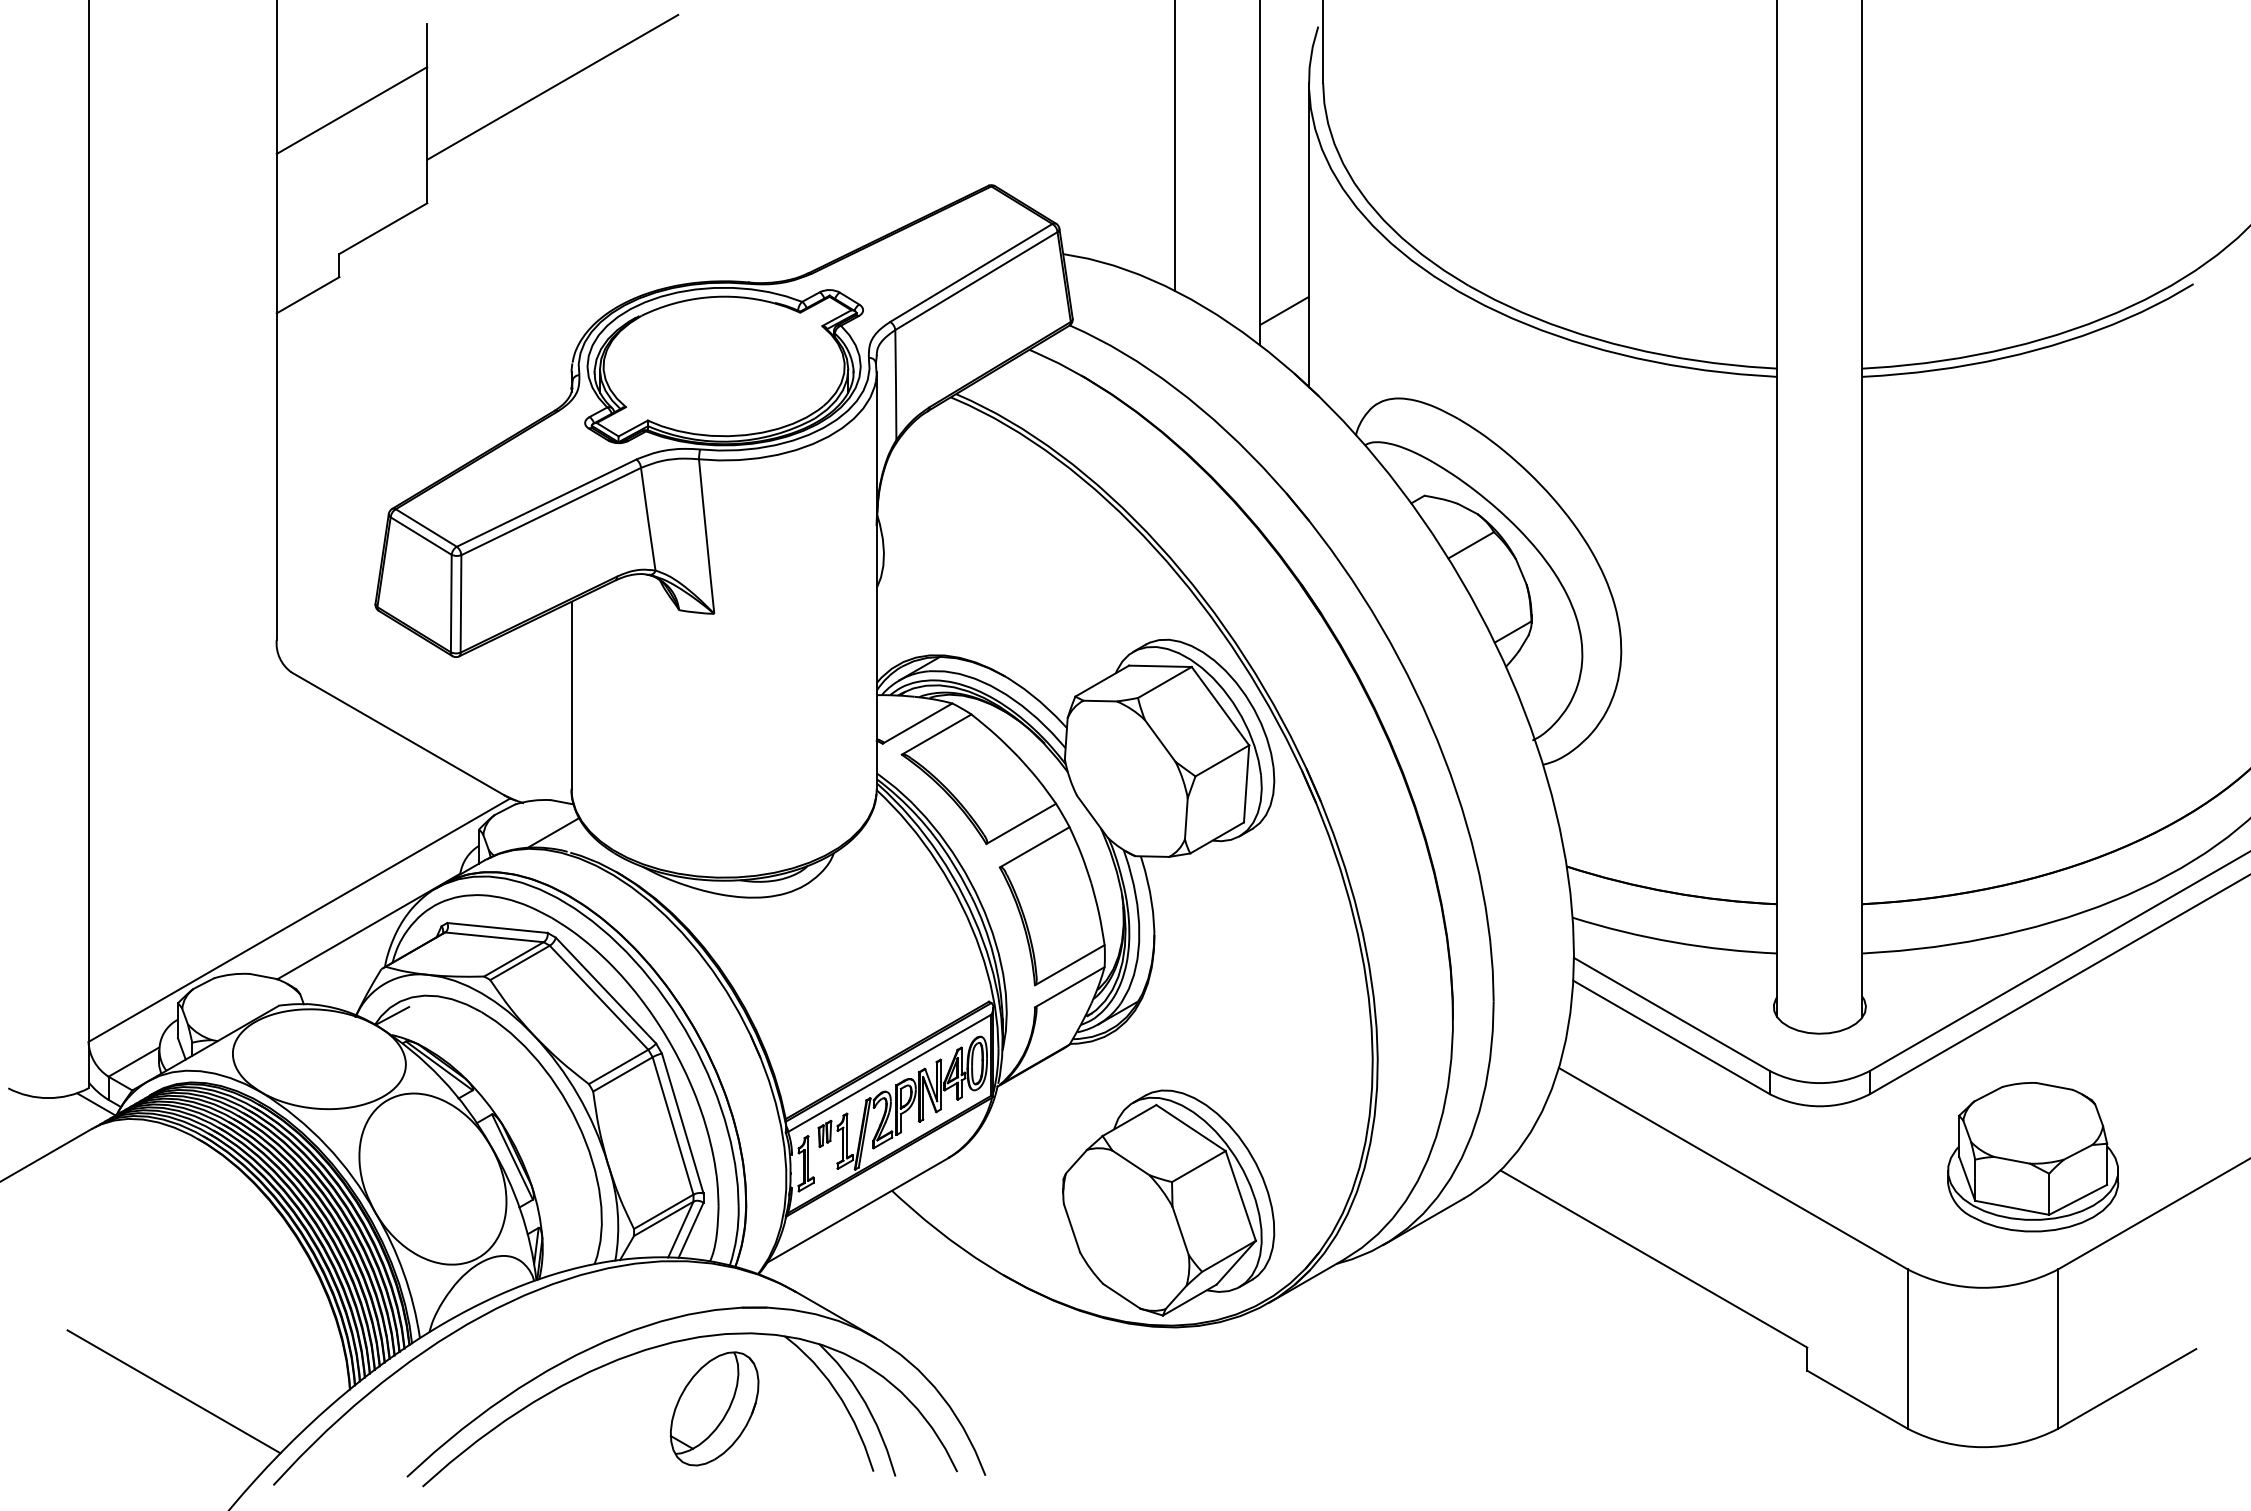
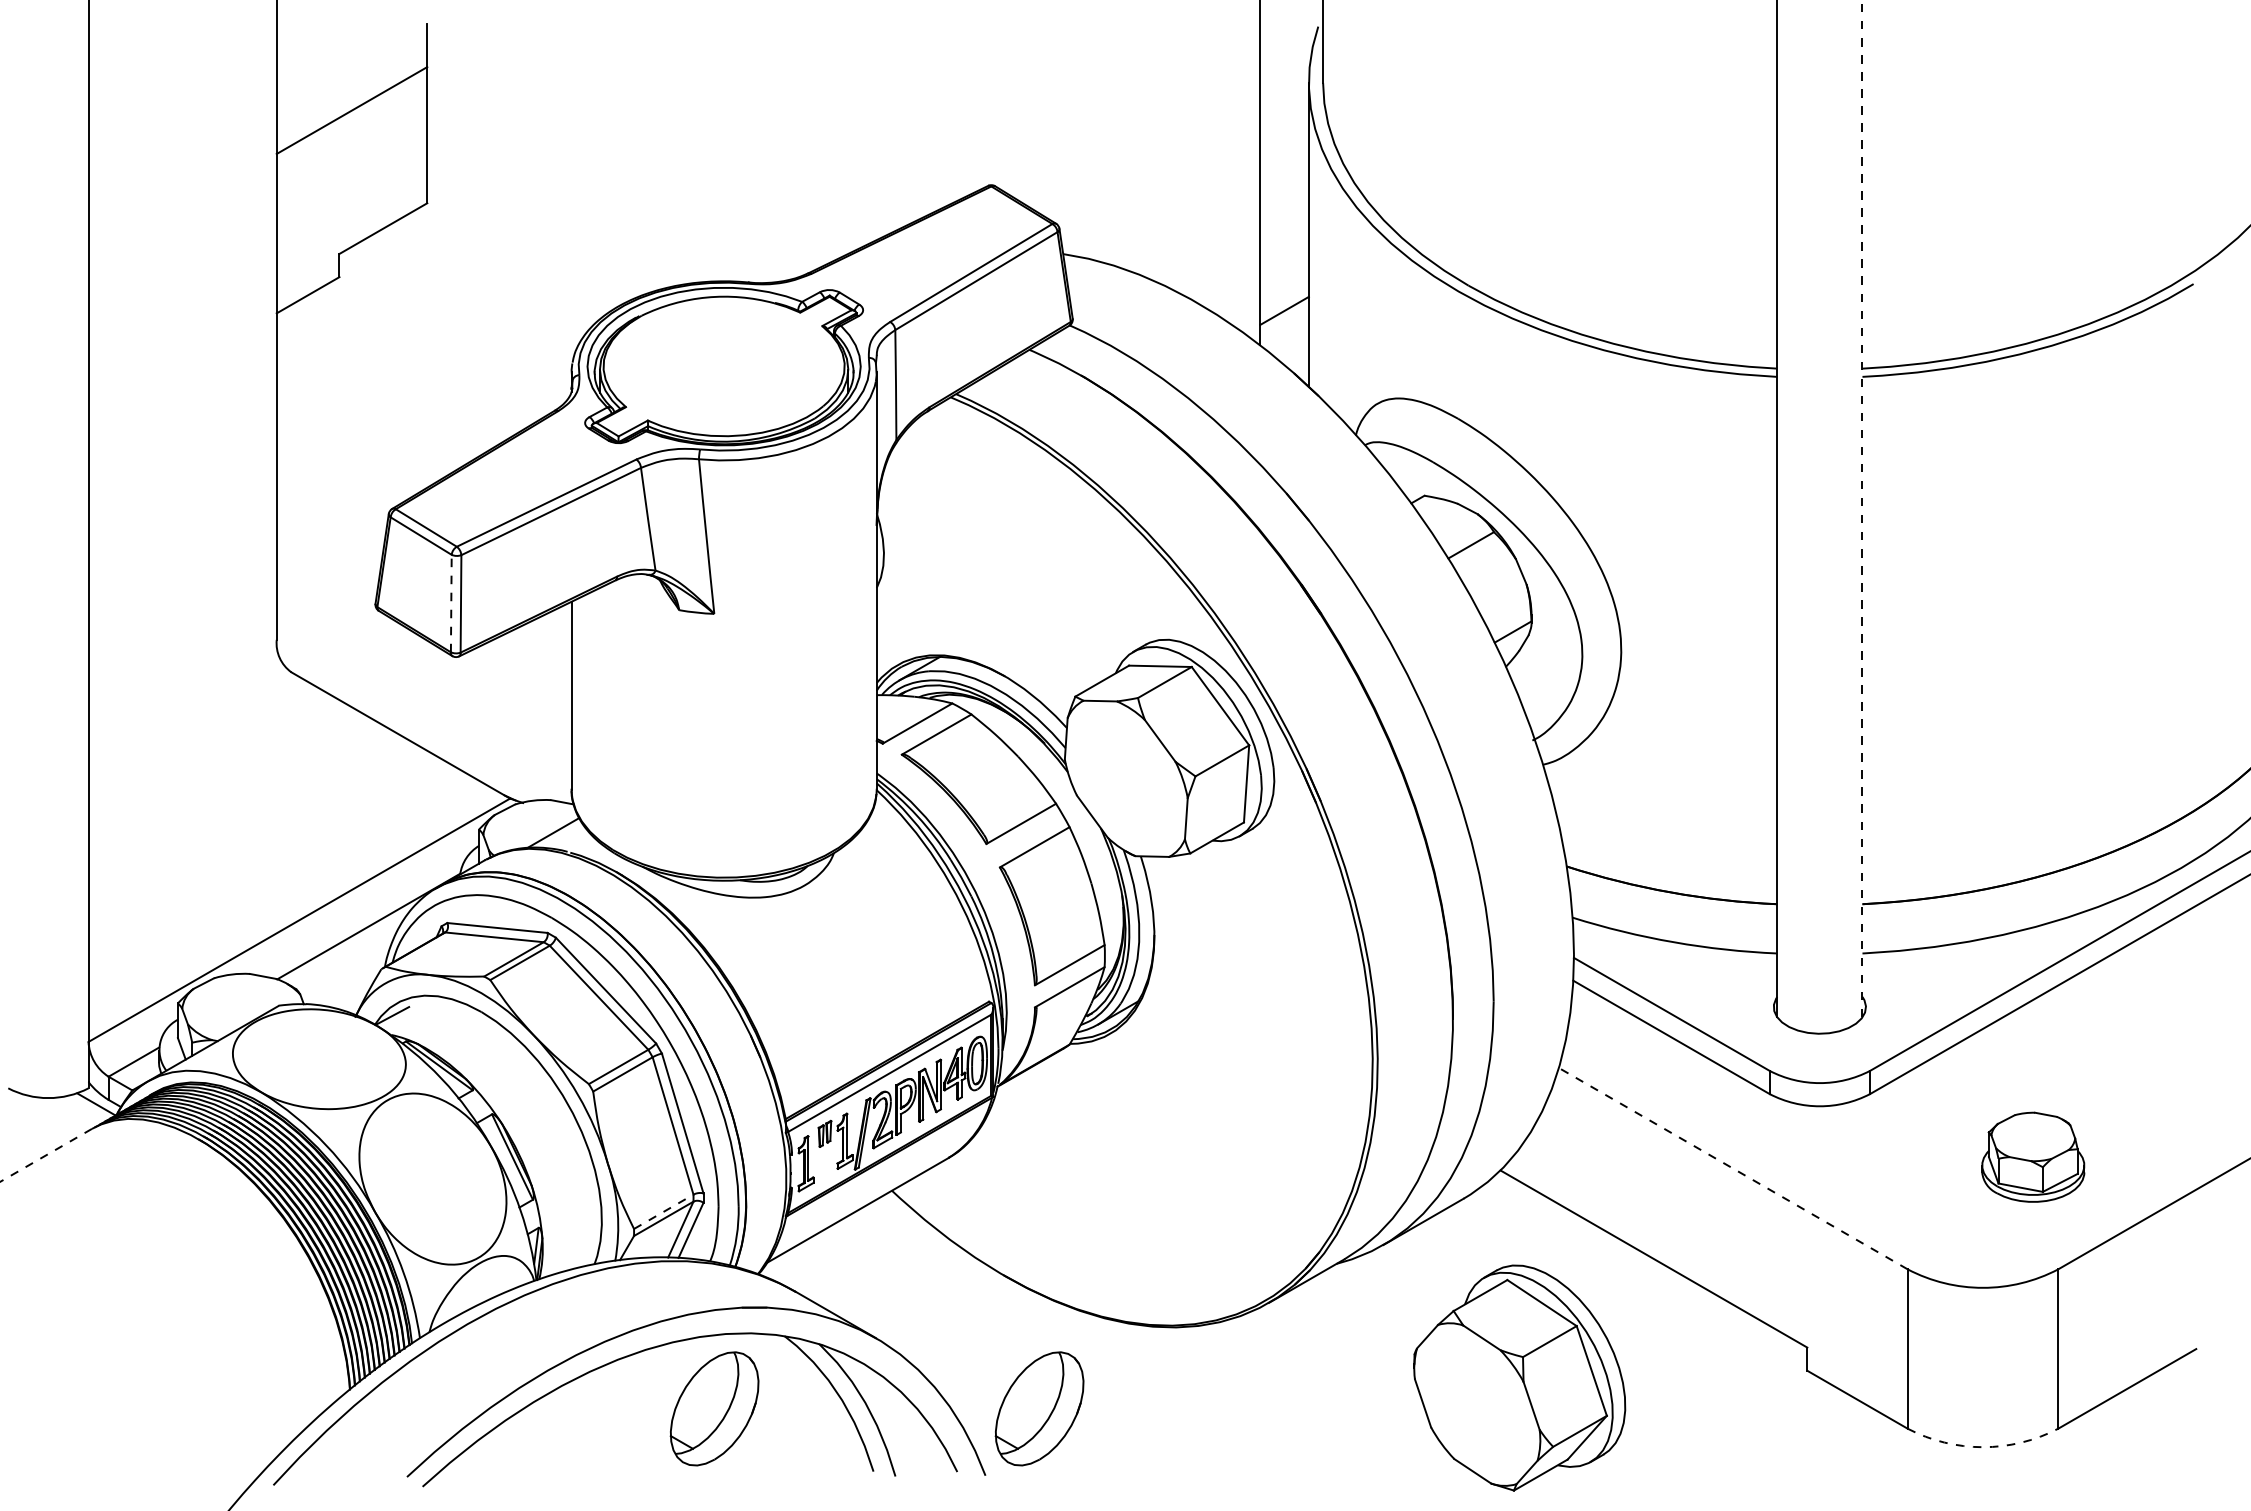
line at (552, 86): present -> none
line at (1175, 146): present -> none
line at (1862, 508): solid -> dashed
line at (451, 603): solid -> dashed
line at (46, 1155): solid -> dashed
part at (2033, 1157) size: 173x151 px -> 105x92 px
line at (1732, 1168): solid -> dashed
part at (1168, 1202) position: (1168, 1202) -> (1519, 1377)
line at (664, 1211): solid -> dashed
line at (173, 1391): present -> none
part at (1039, 1408): none -> present
arc at (1982, 1447): solid -> dashed
